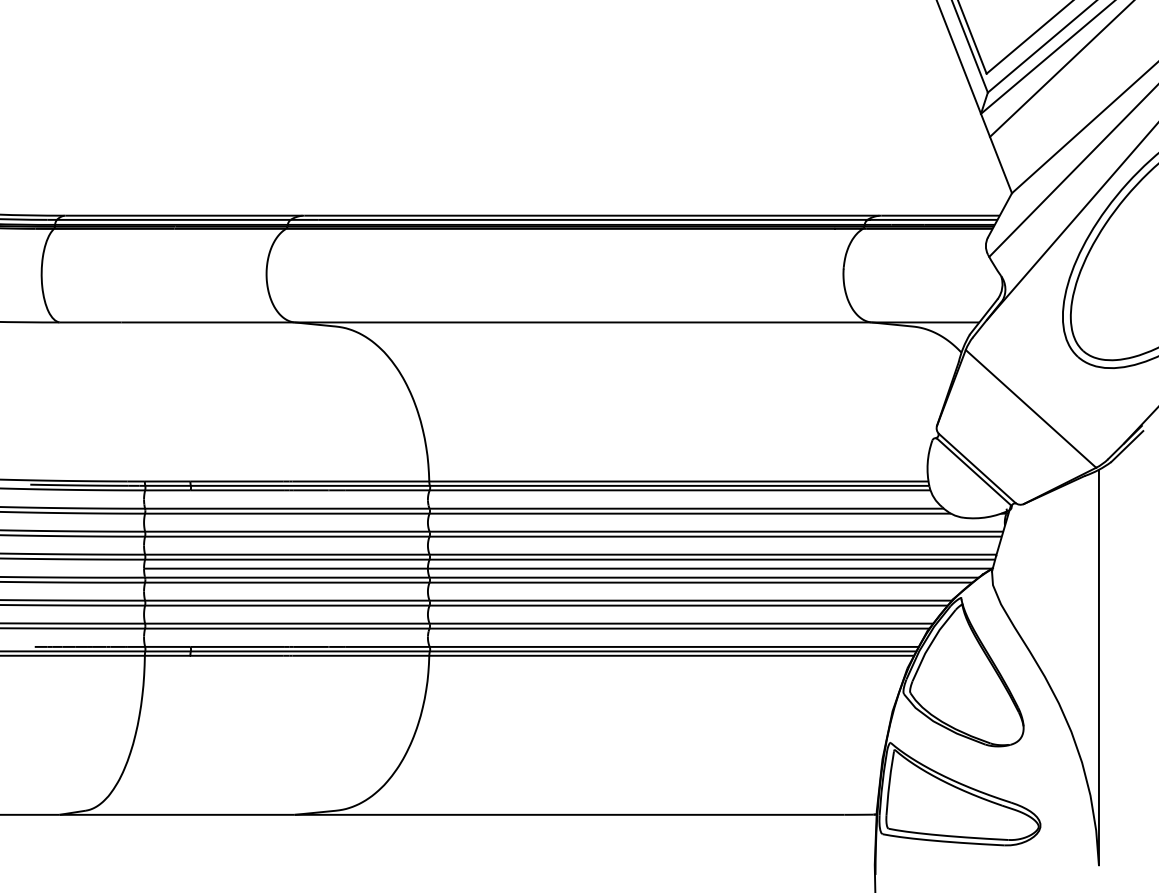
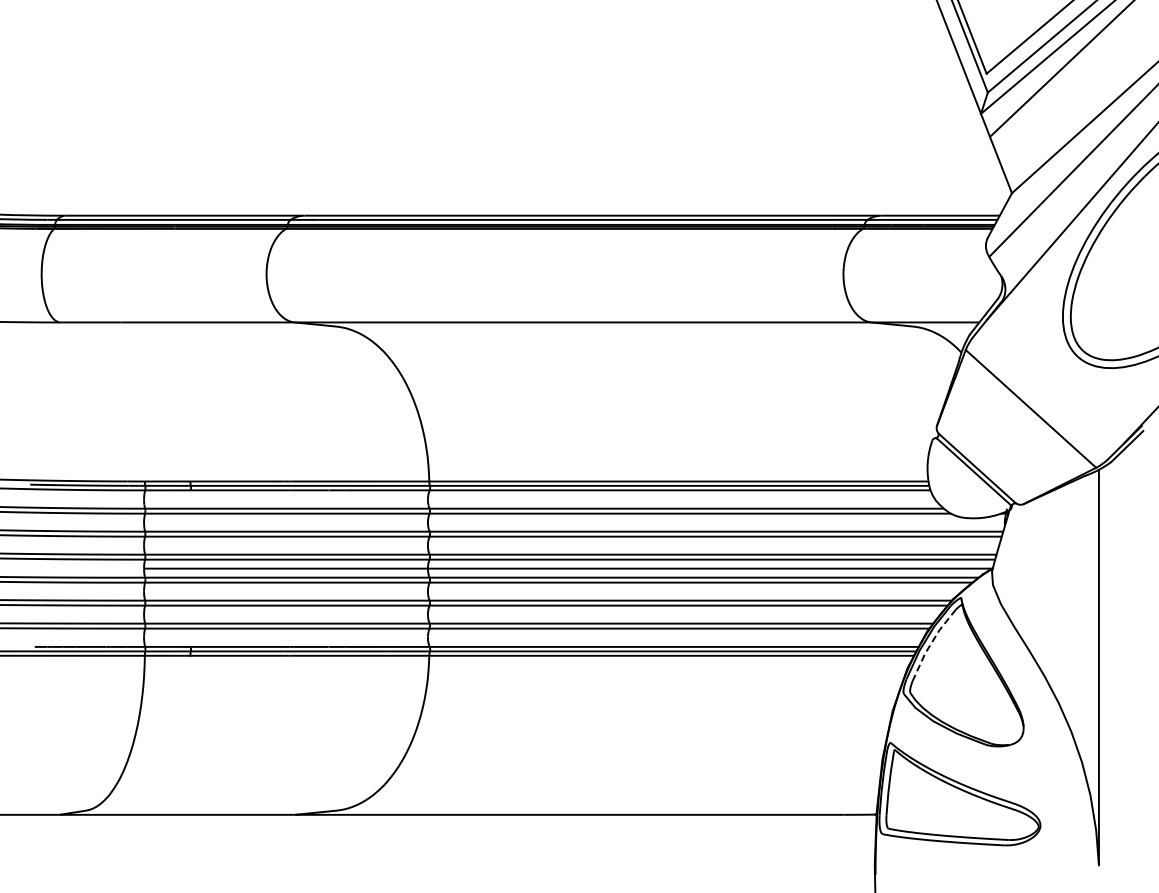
line at (931, 643): solid -> dashed
